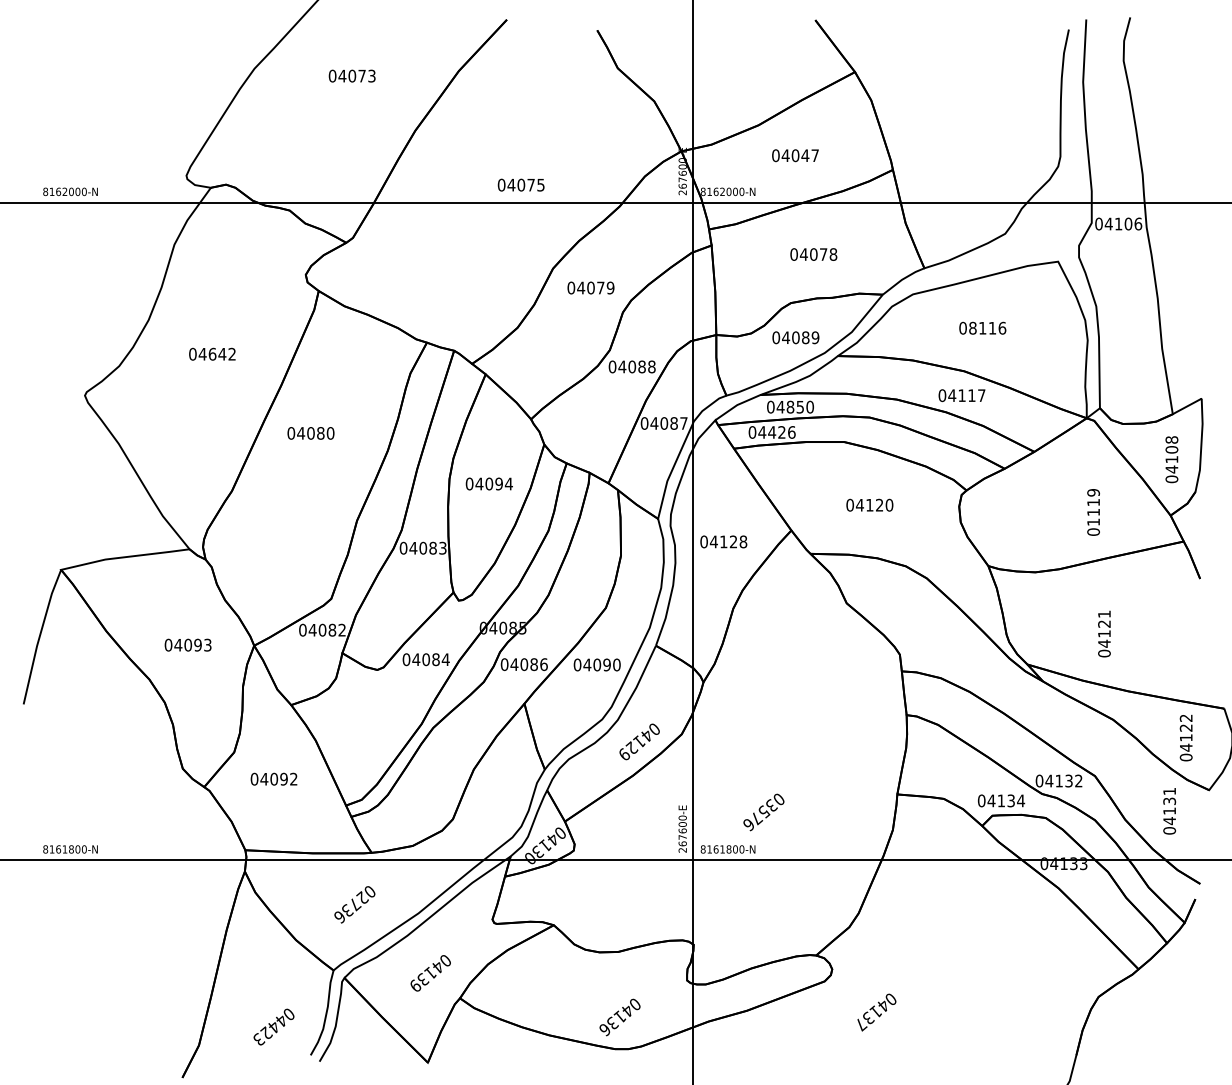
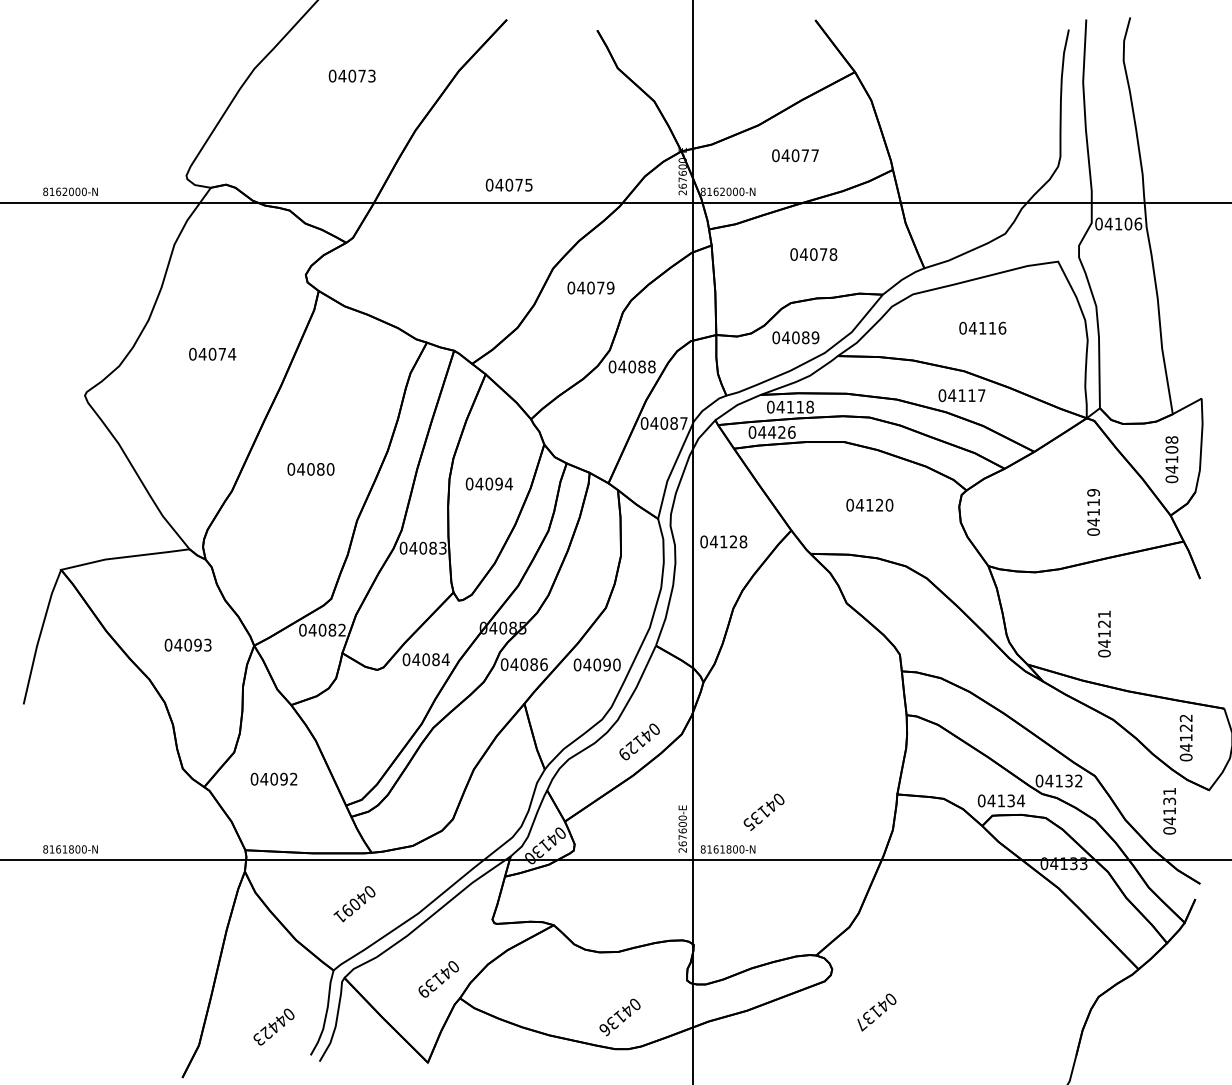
text at (805, 155): 04047 -> 04077
text at (520, 184) position: (520, 184) -> (508, 184)
text at (972, 327): 08116 -> 04116
text at (222, 353): 04642 -> 04074
text at (799, 406): 04850 -> 04118
text at (310, 433) position: (310, 433) -> (310, 469)
text at (1093, 522): 01119 -> 04119
text at (760, 815): 03576 -> 04135
text at (350, 907): 02736 -> 04091
text at (430, 973) position: (430, 973) -> (438, 979)
